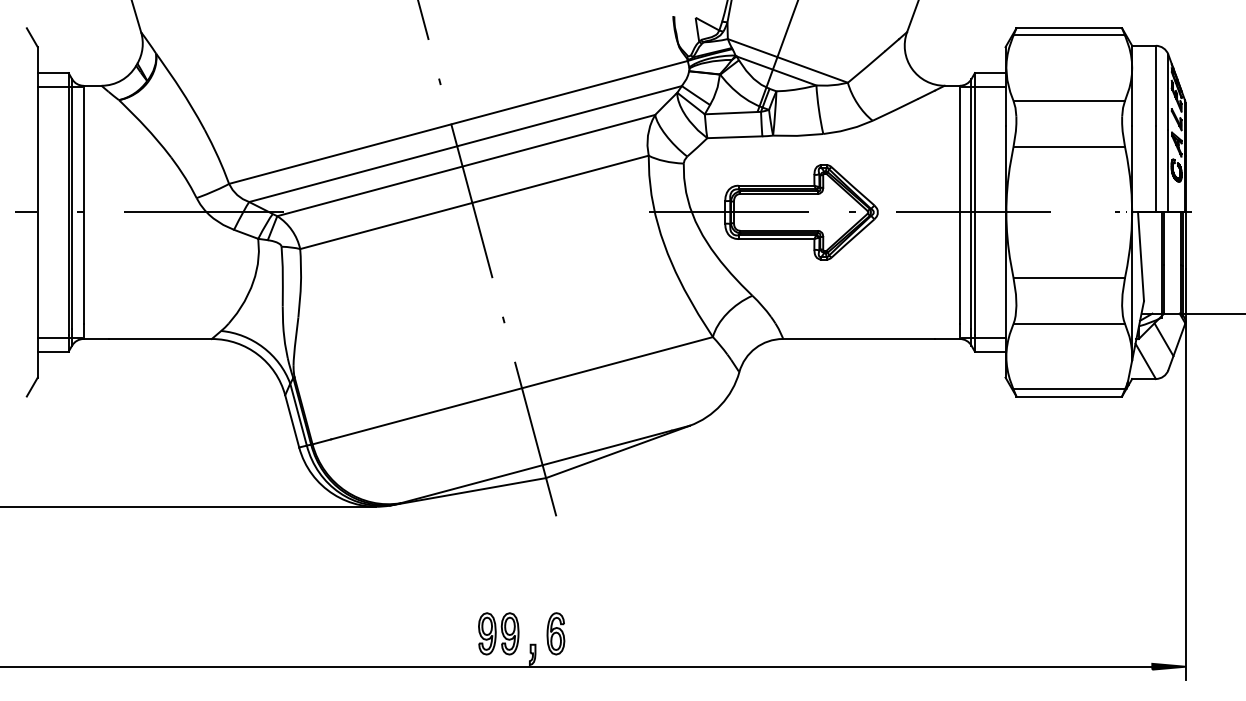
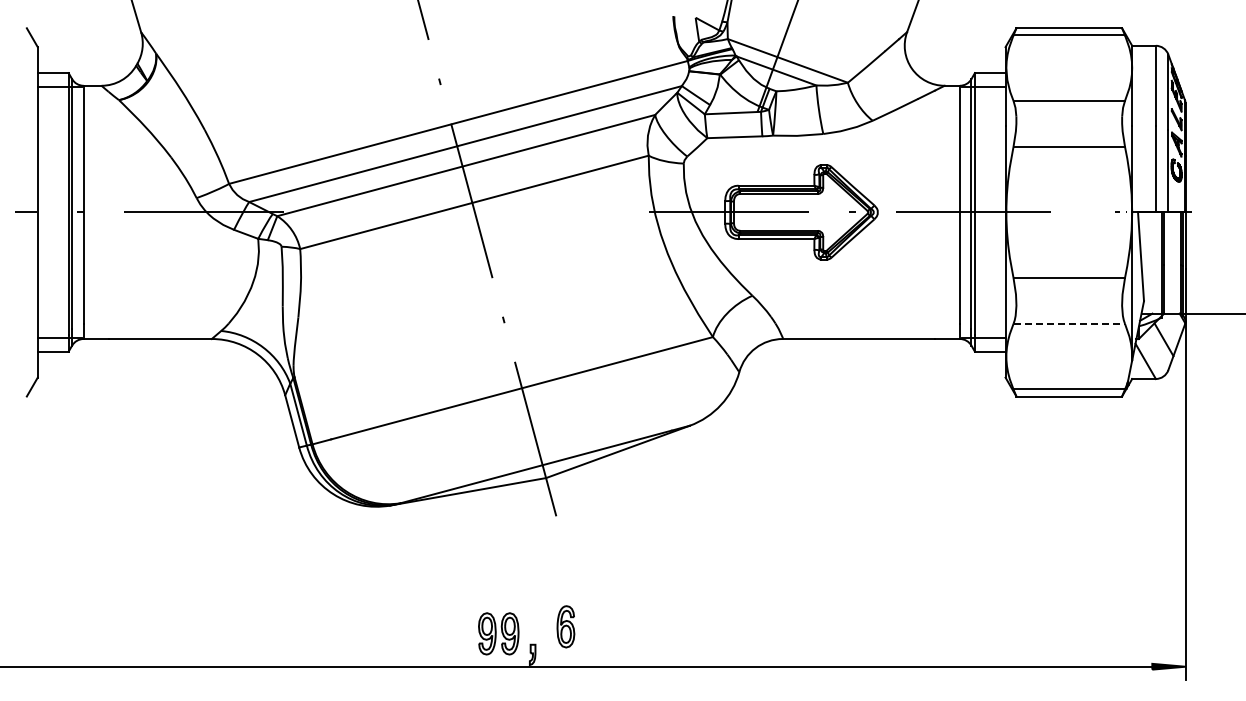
line at (1069, 323): solid -> dashed
line at (189, 506): present -> none
part at (555, 633) position: (555, 633) -> (565, 626)
